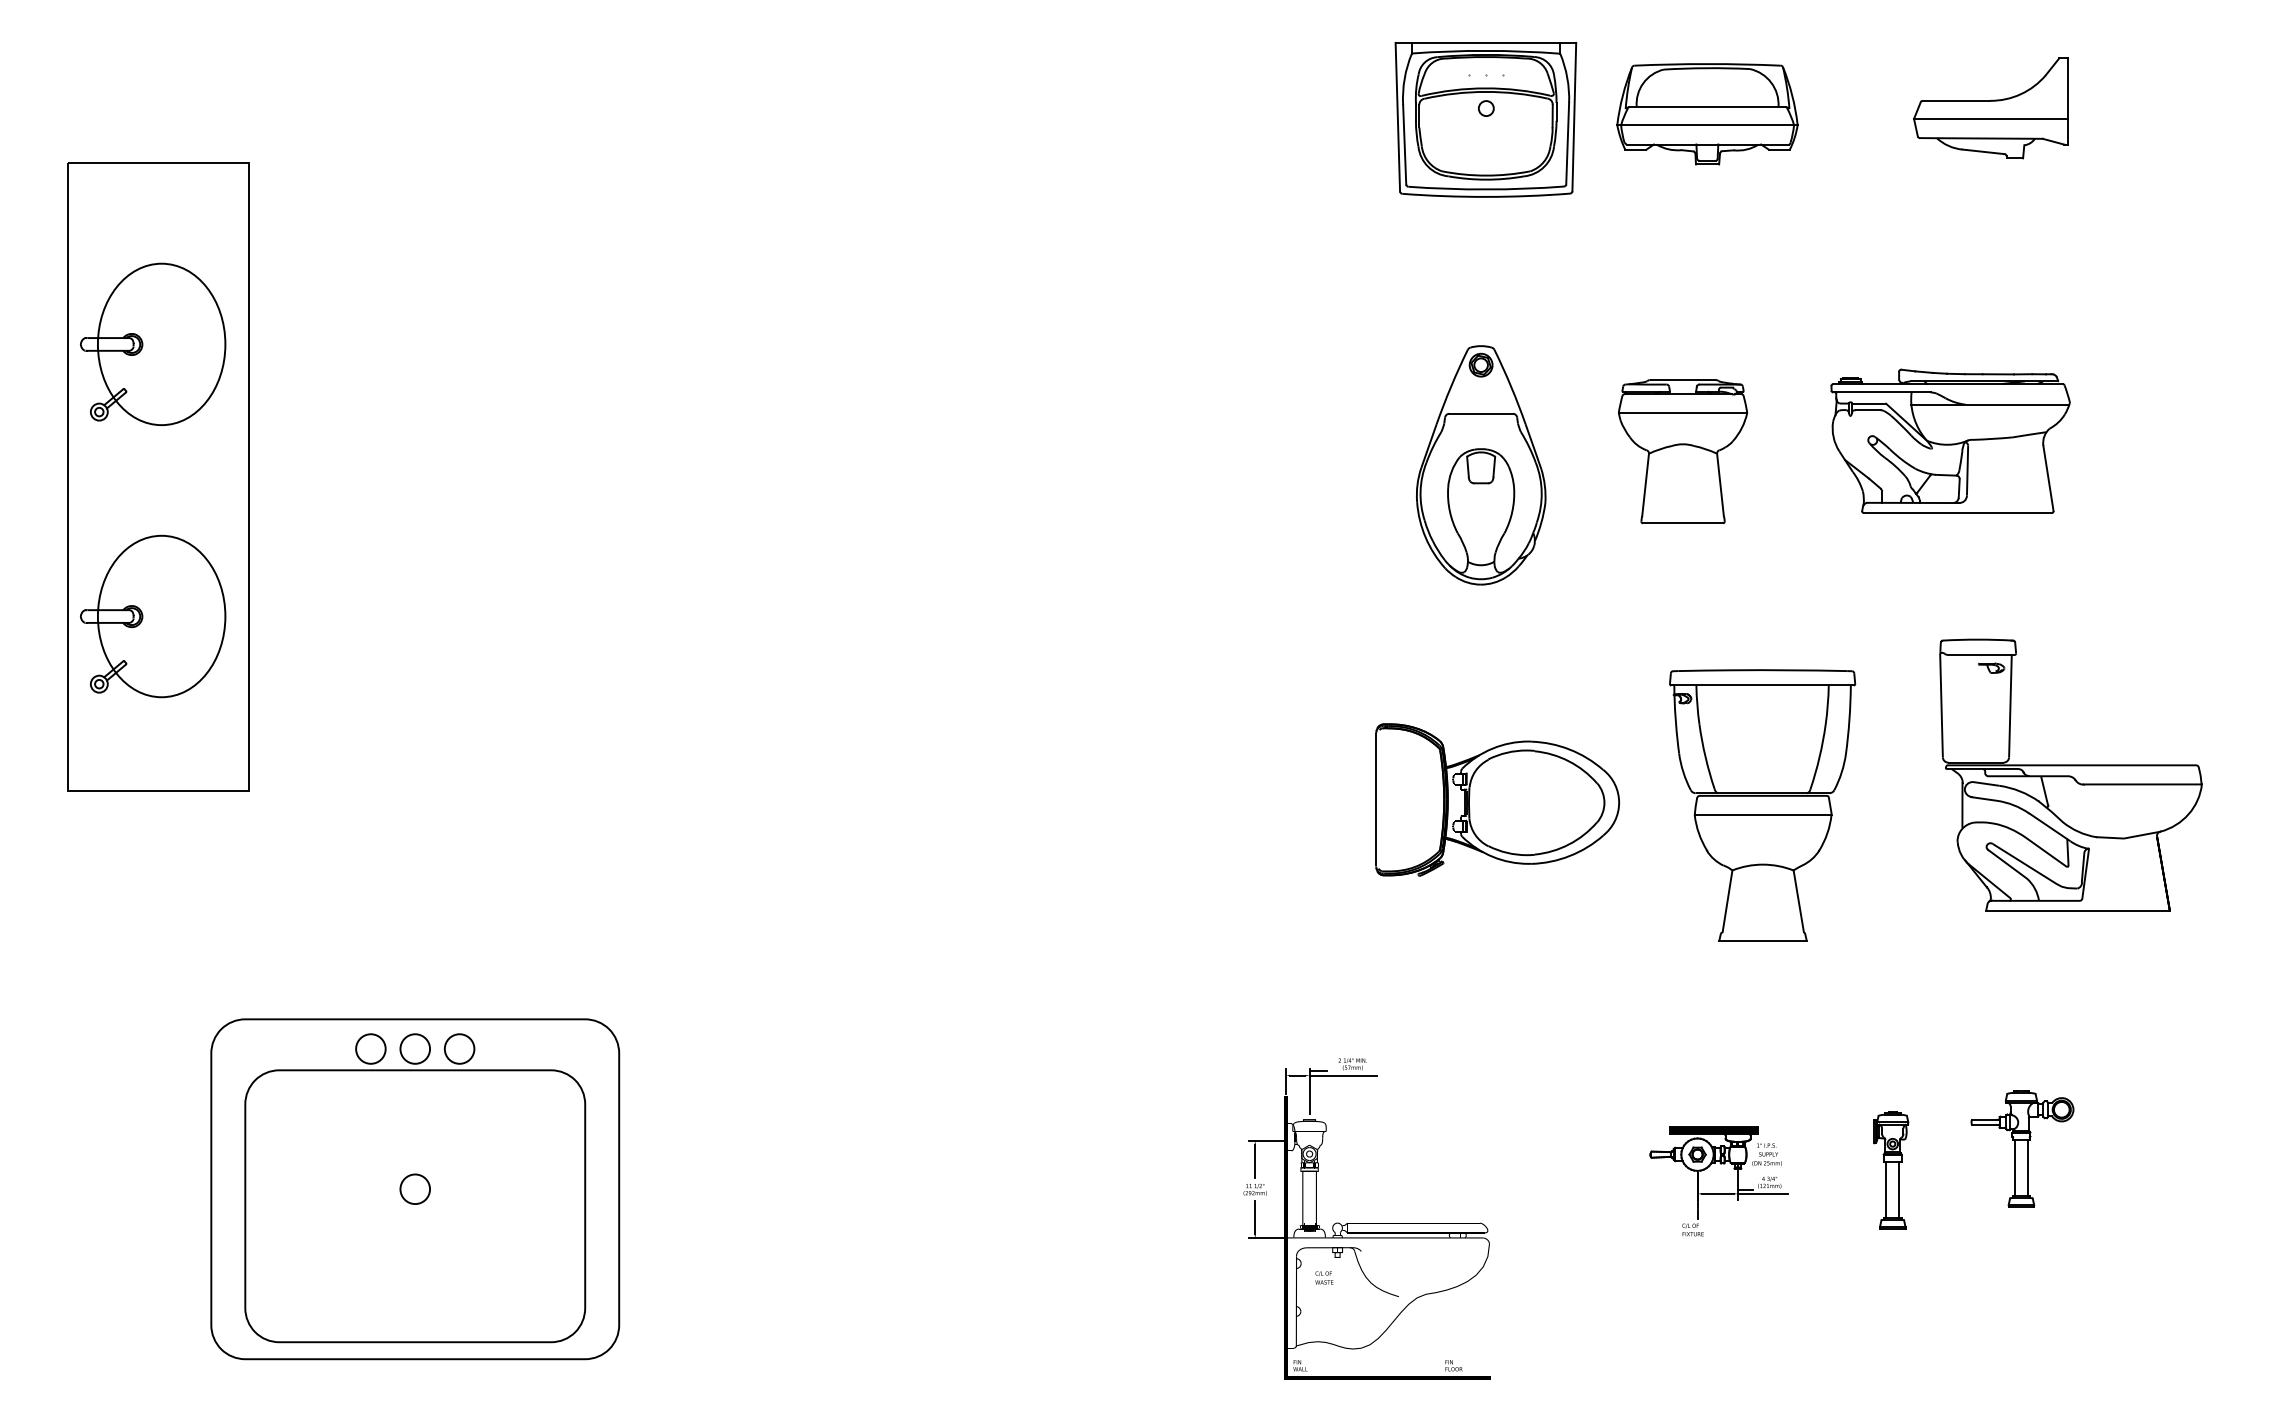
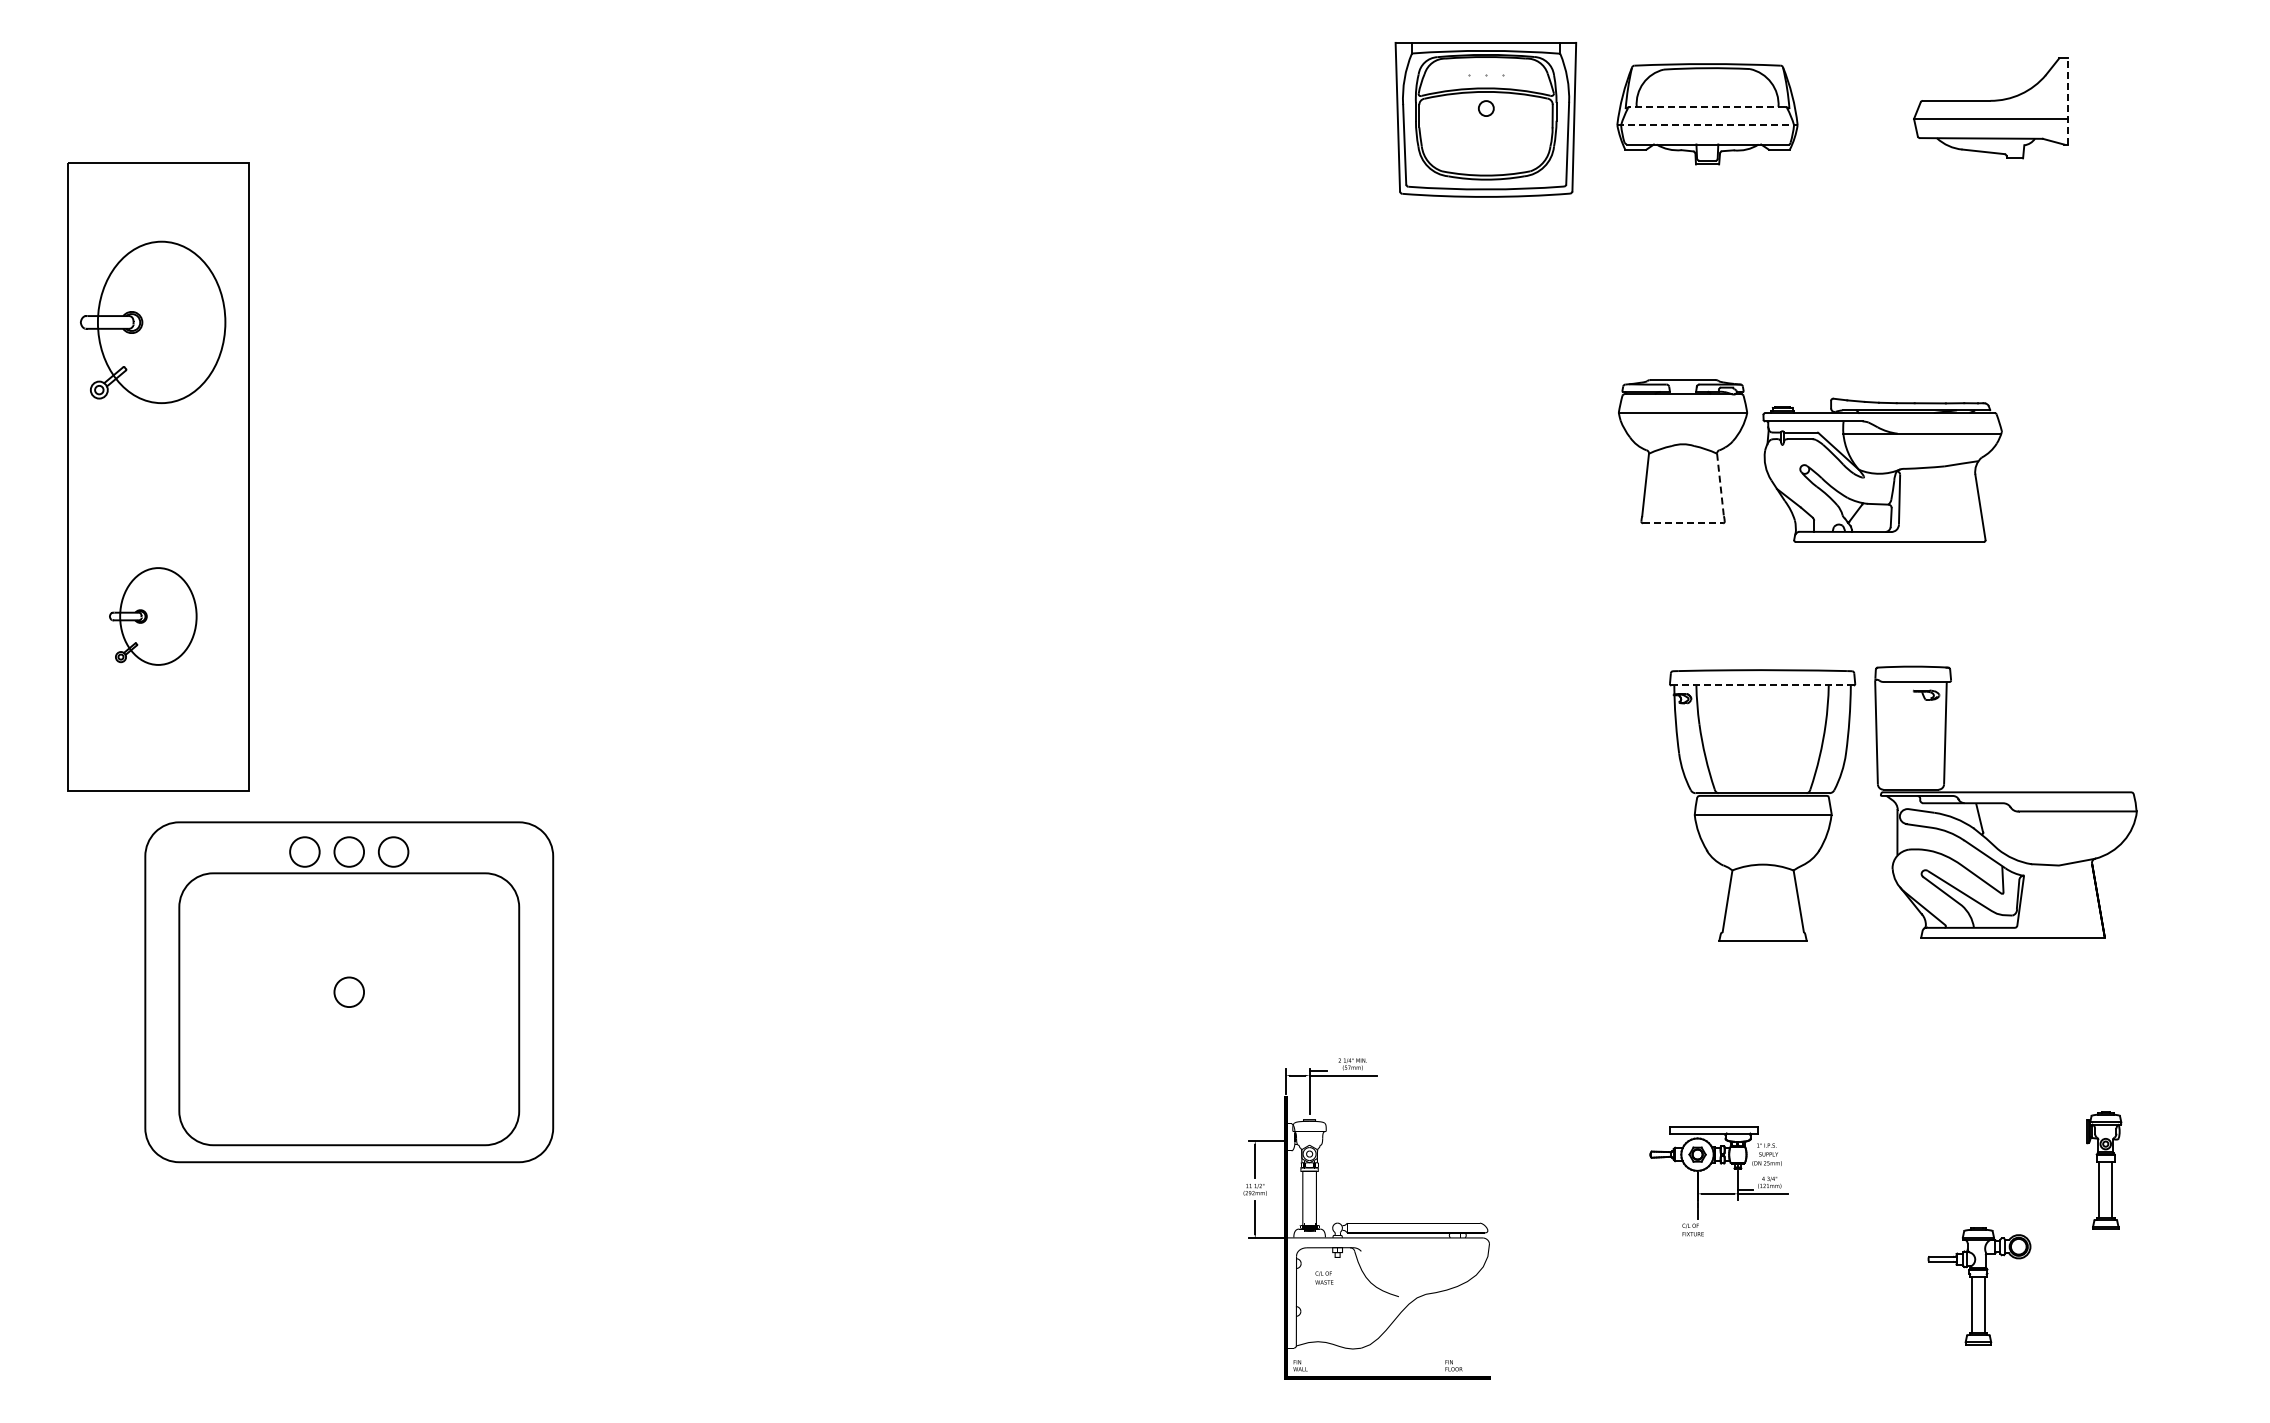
line at (2068, 101): solid -> dashed
line at (1707, 106): solid -> dashed
line at (1707, 125): solid -> dashed
part at (153, 343) position: (153, 343) -> (153, 321)
part at (1950, 440) position: (1950, 440) -> (1882, 469)
part at (1481, 465): present -> none
line at (1720, 485): solid -> dashed
line at (1683, 523): solid -> dashed
part at (153, 616) size: 147x165 px -> 89x99 px
line at (1762, 685): solid -> dashed
part at (2070, 774) position: (2070, 774) -> (2005, 801)
part at (1497, 799): present -> none
fill at (1714, 1130): present -> none
part at (2022, 1148) position: (2022, 1148) -> (1979, 1285)
part at (1891, 1170) position: (1891, 1170) -> (2104, 1170)
part at (415, 1189) position: (415, 1189) -> (349, 992)
